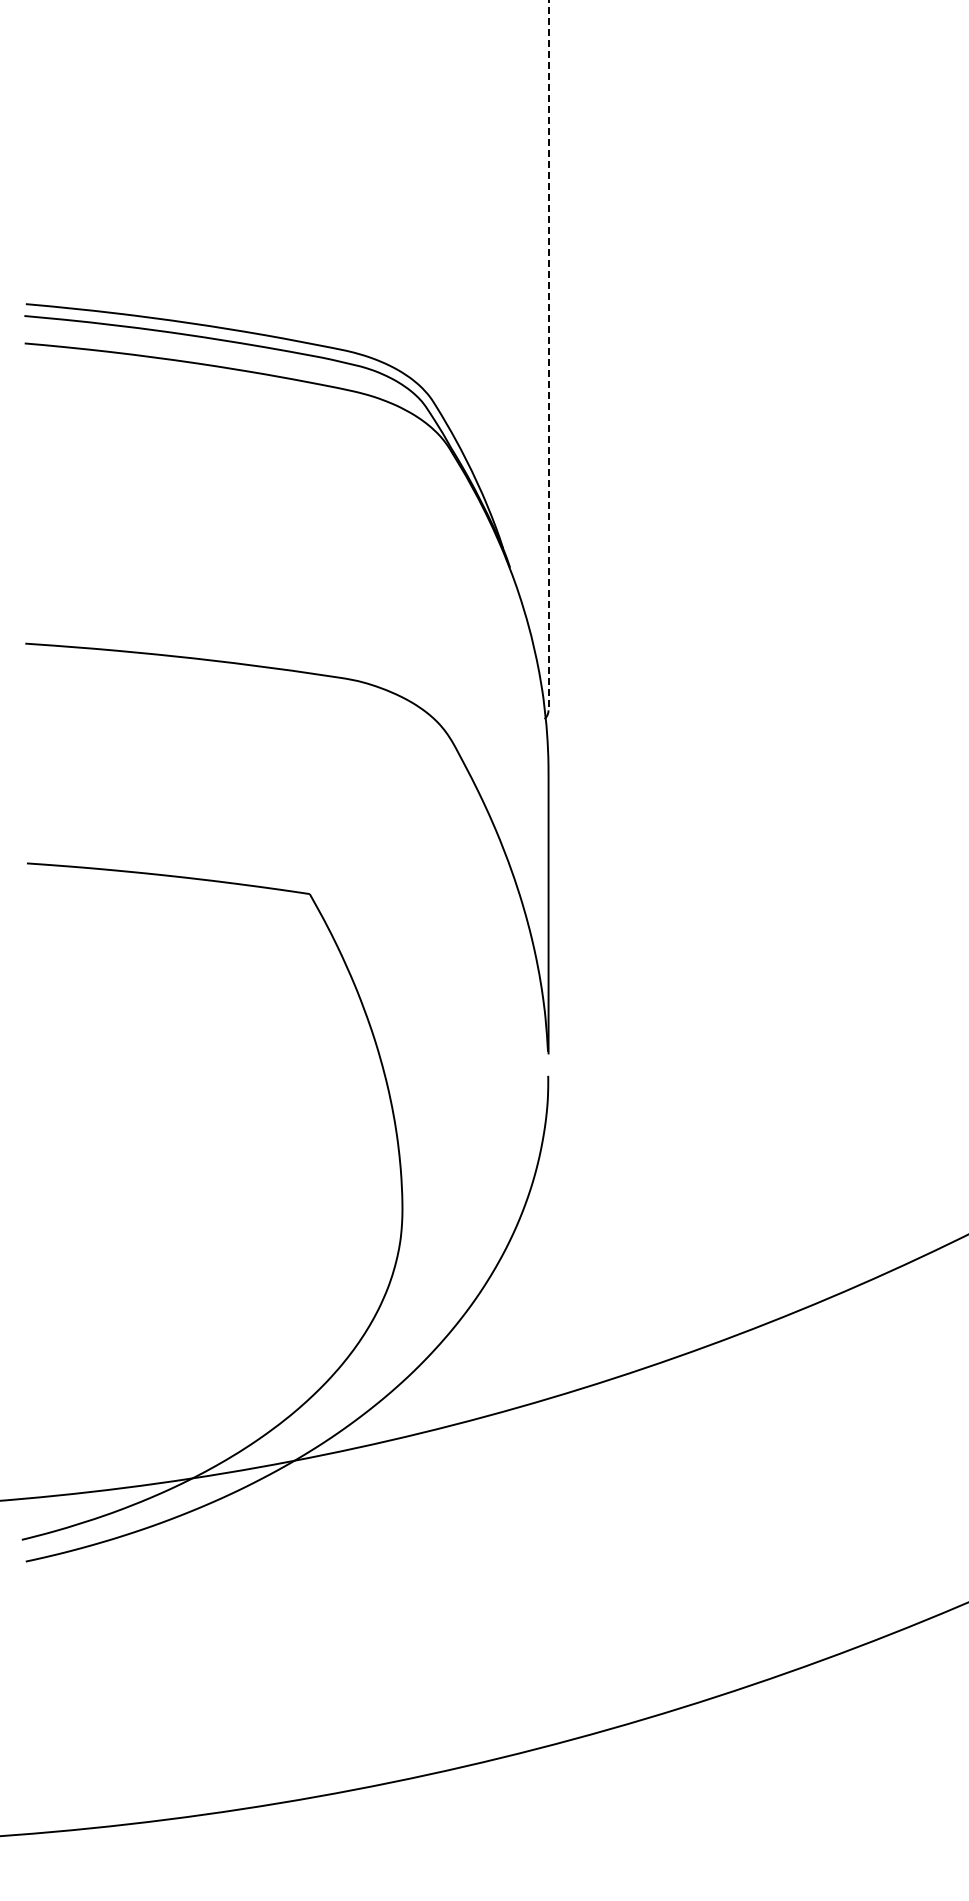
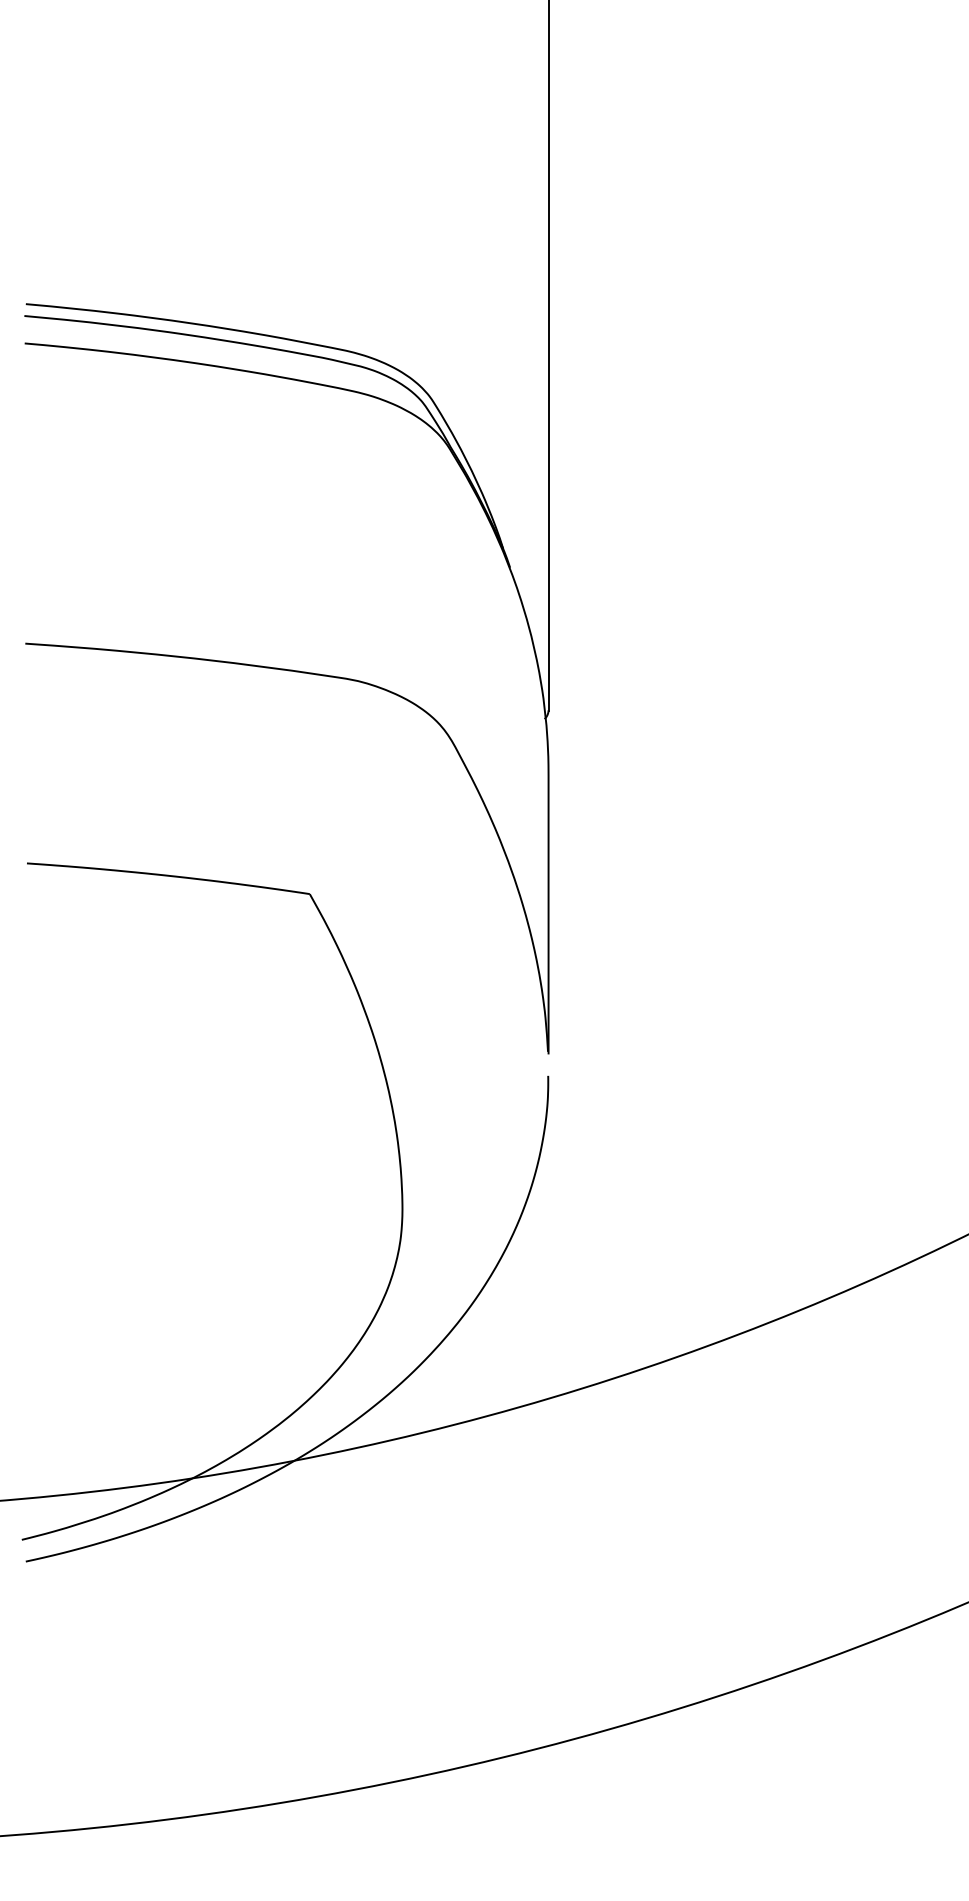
line at (548, 355): dashed -> solid
